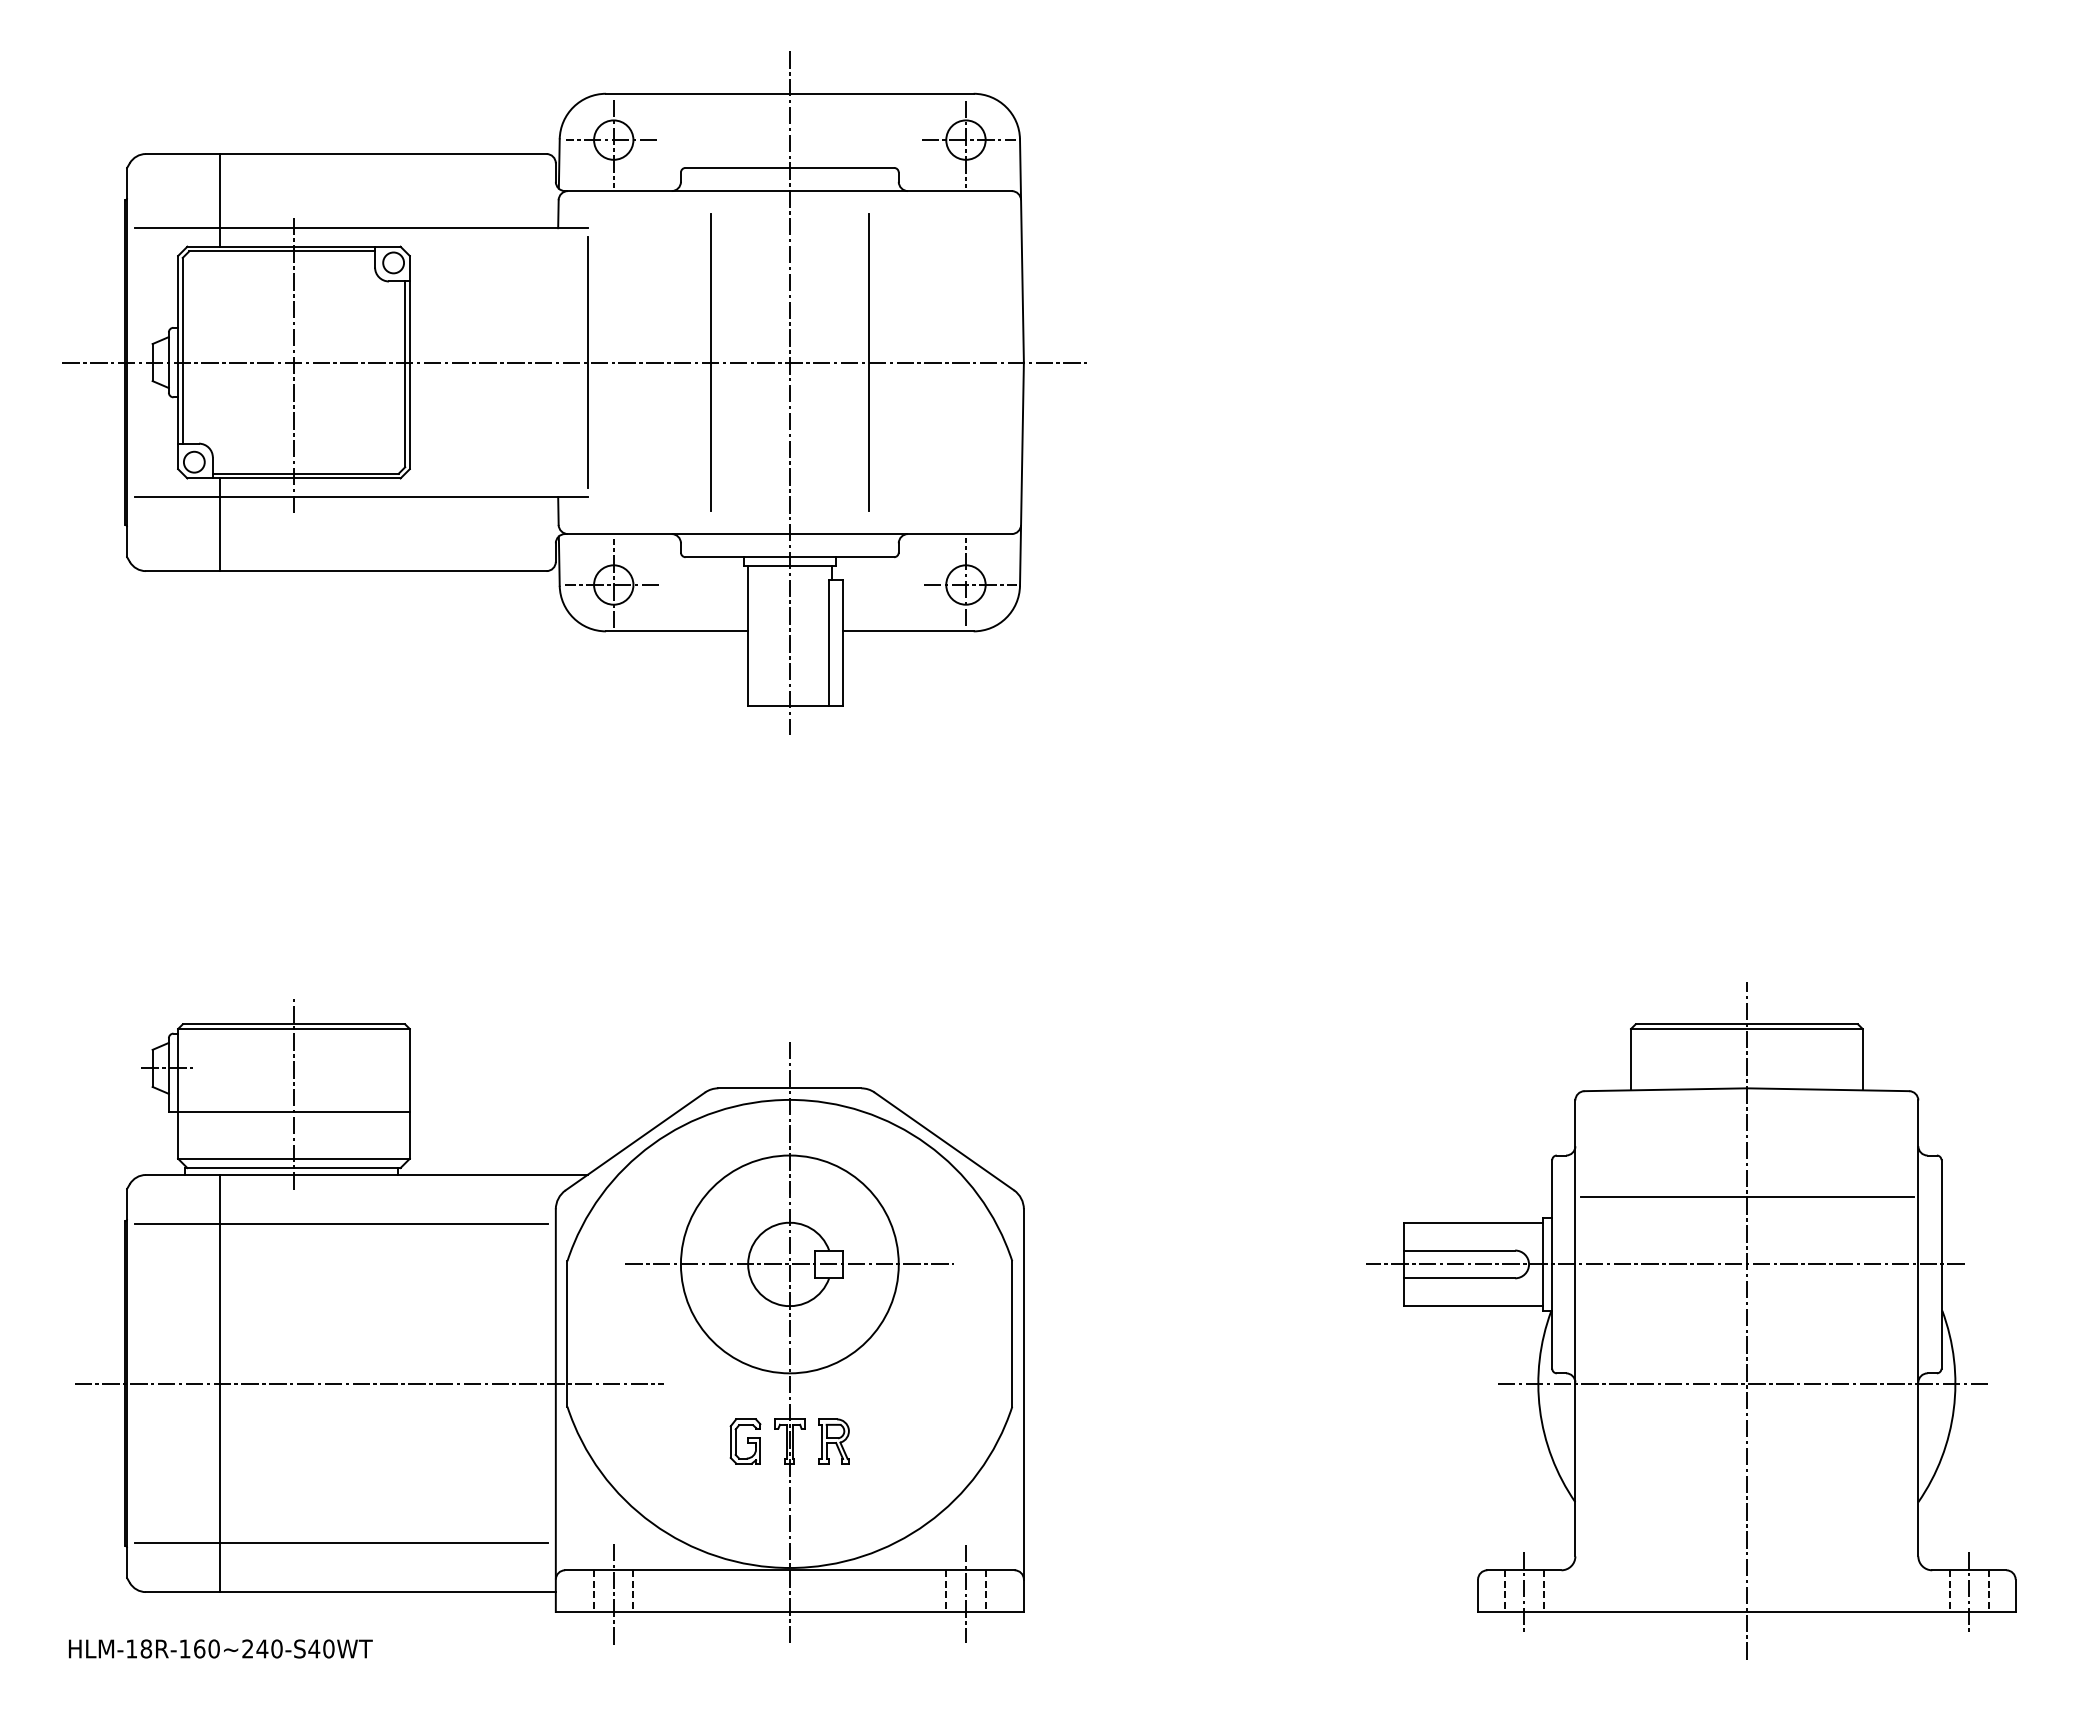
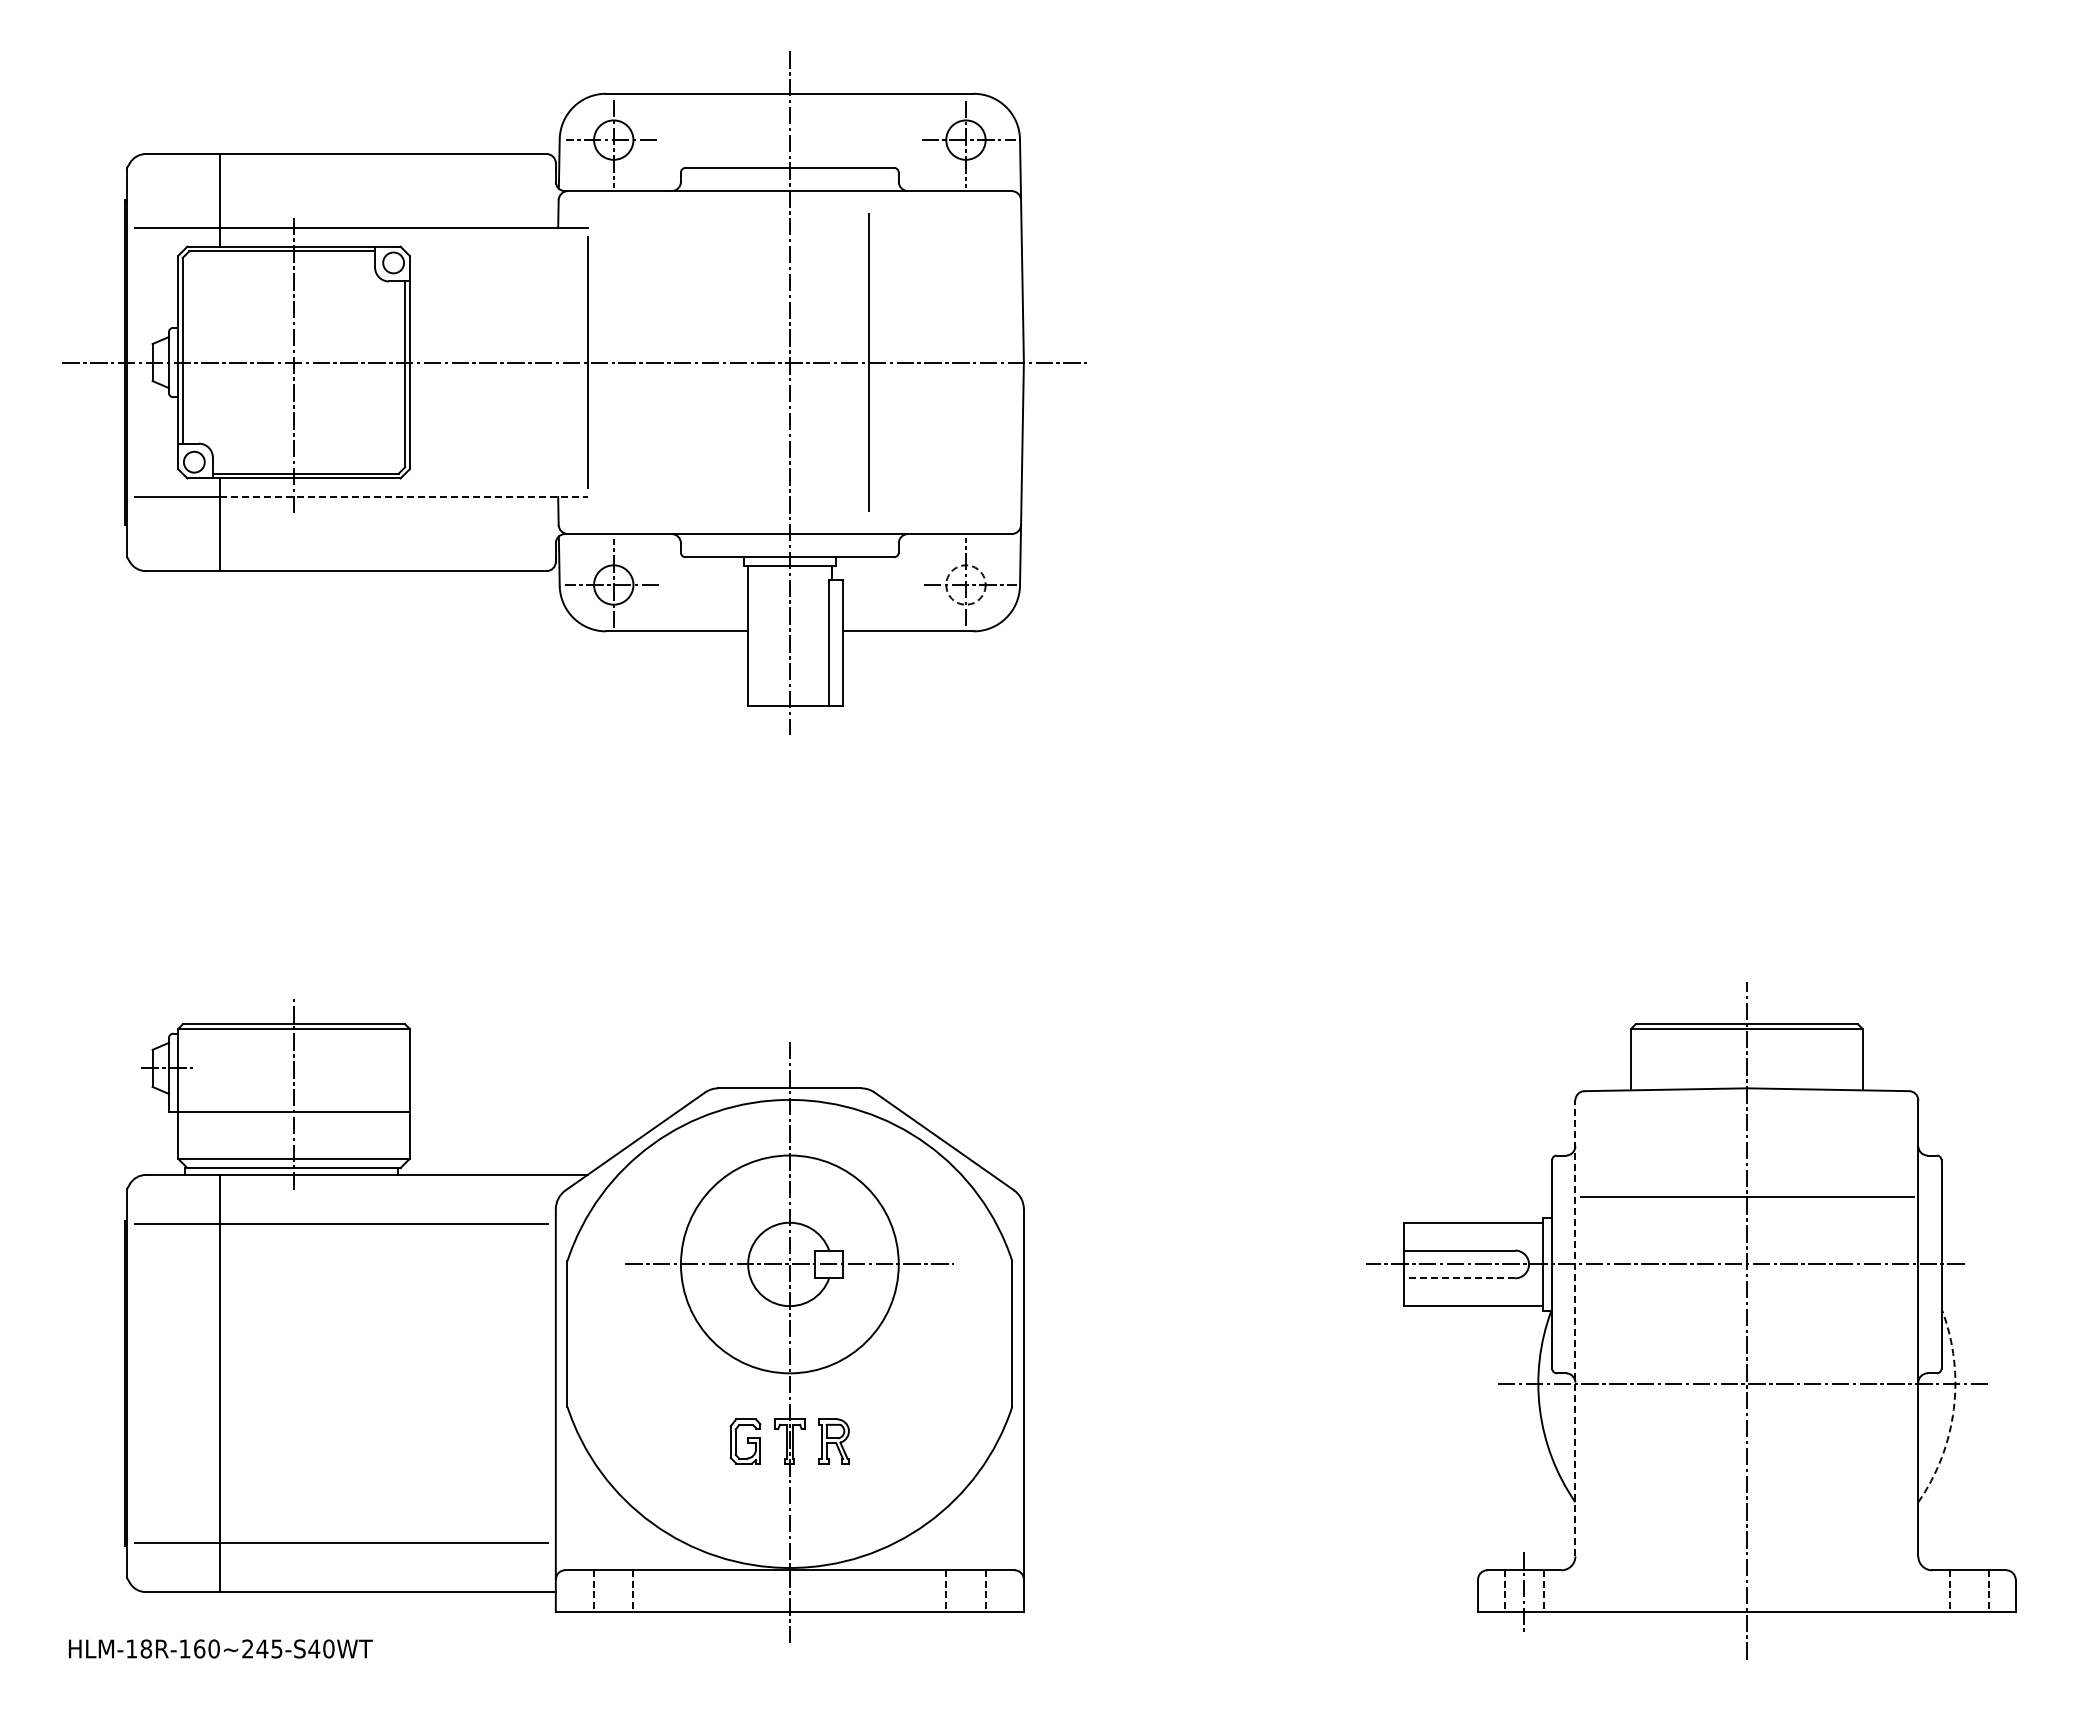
line at (711, 362): present -> none
line at (403, 496): solid -> dashed
circle at (965, 584): solid -> dashed
line at (1459, 1278): solid -> dashed
line at (1575, 1328): solid -> dashed
line at (368, 1383): present -> none
arc at (1953, 1409): solid -> dashed
line at (1969, 1591): present -> none
line at (965, 1593): present -> none
line at (613, 1594): present -> none
text at (276, 1648): HLM-18R-160~240-S40WT -> HLM-18R-160~245-S40WT
